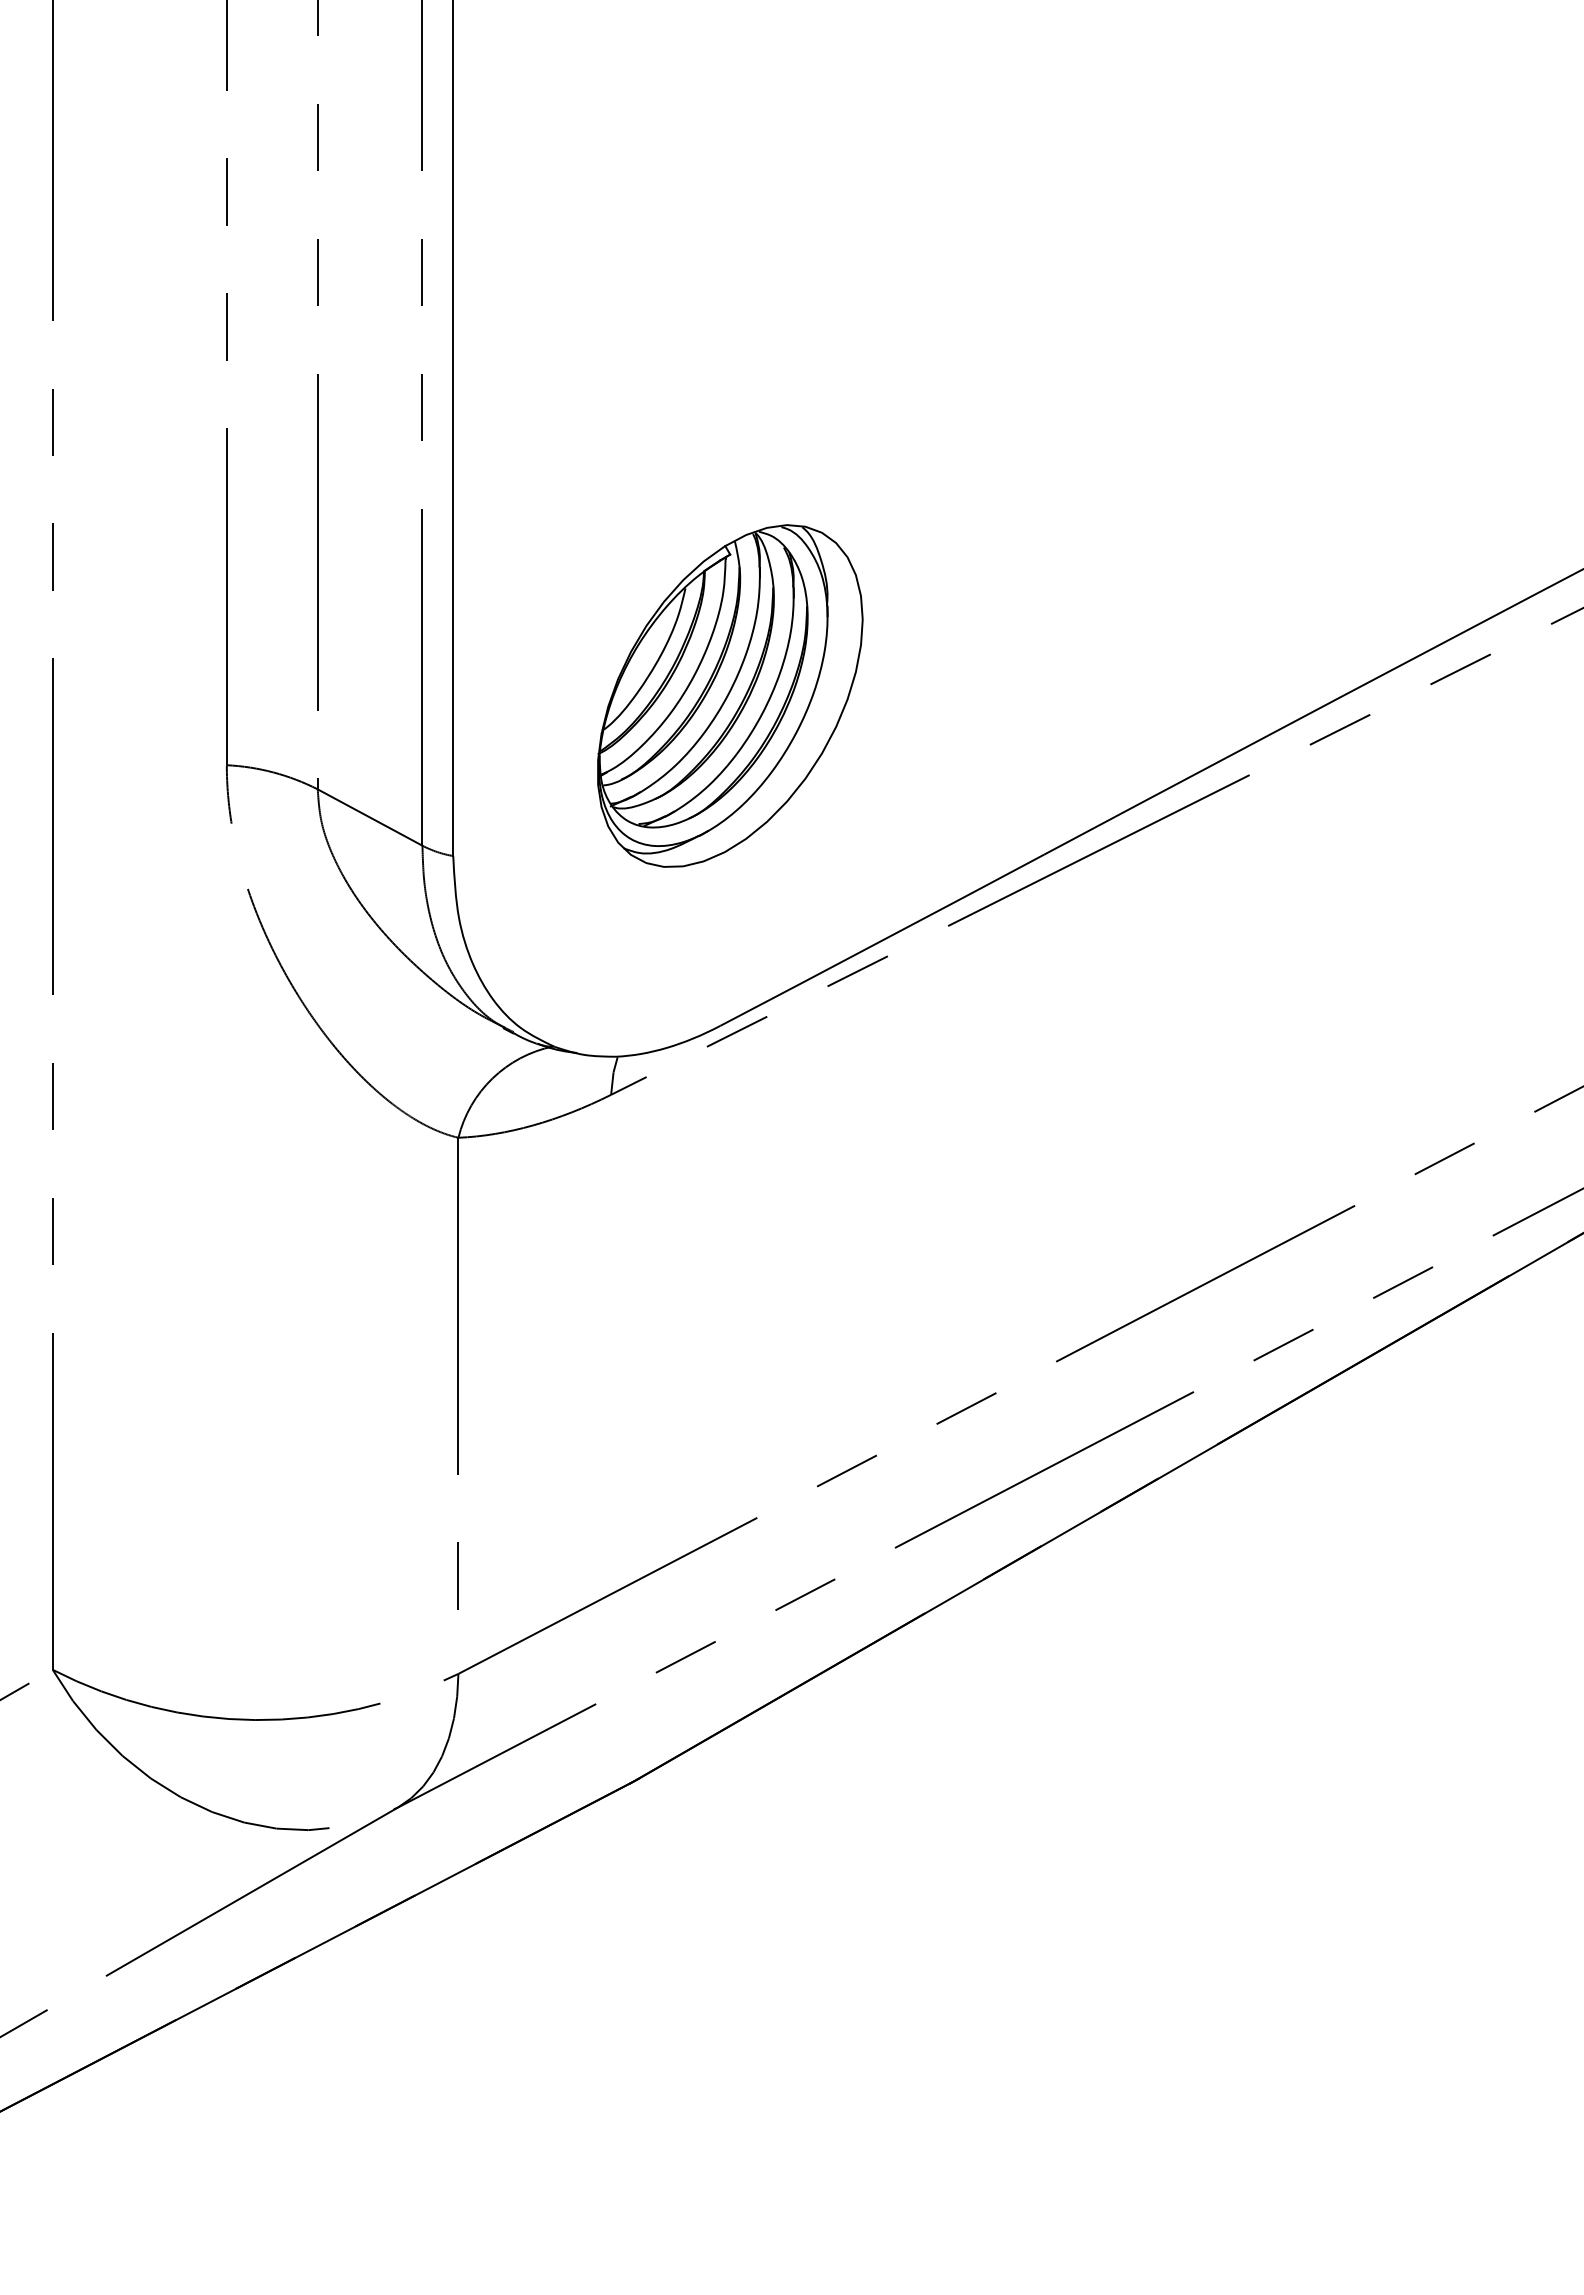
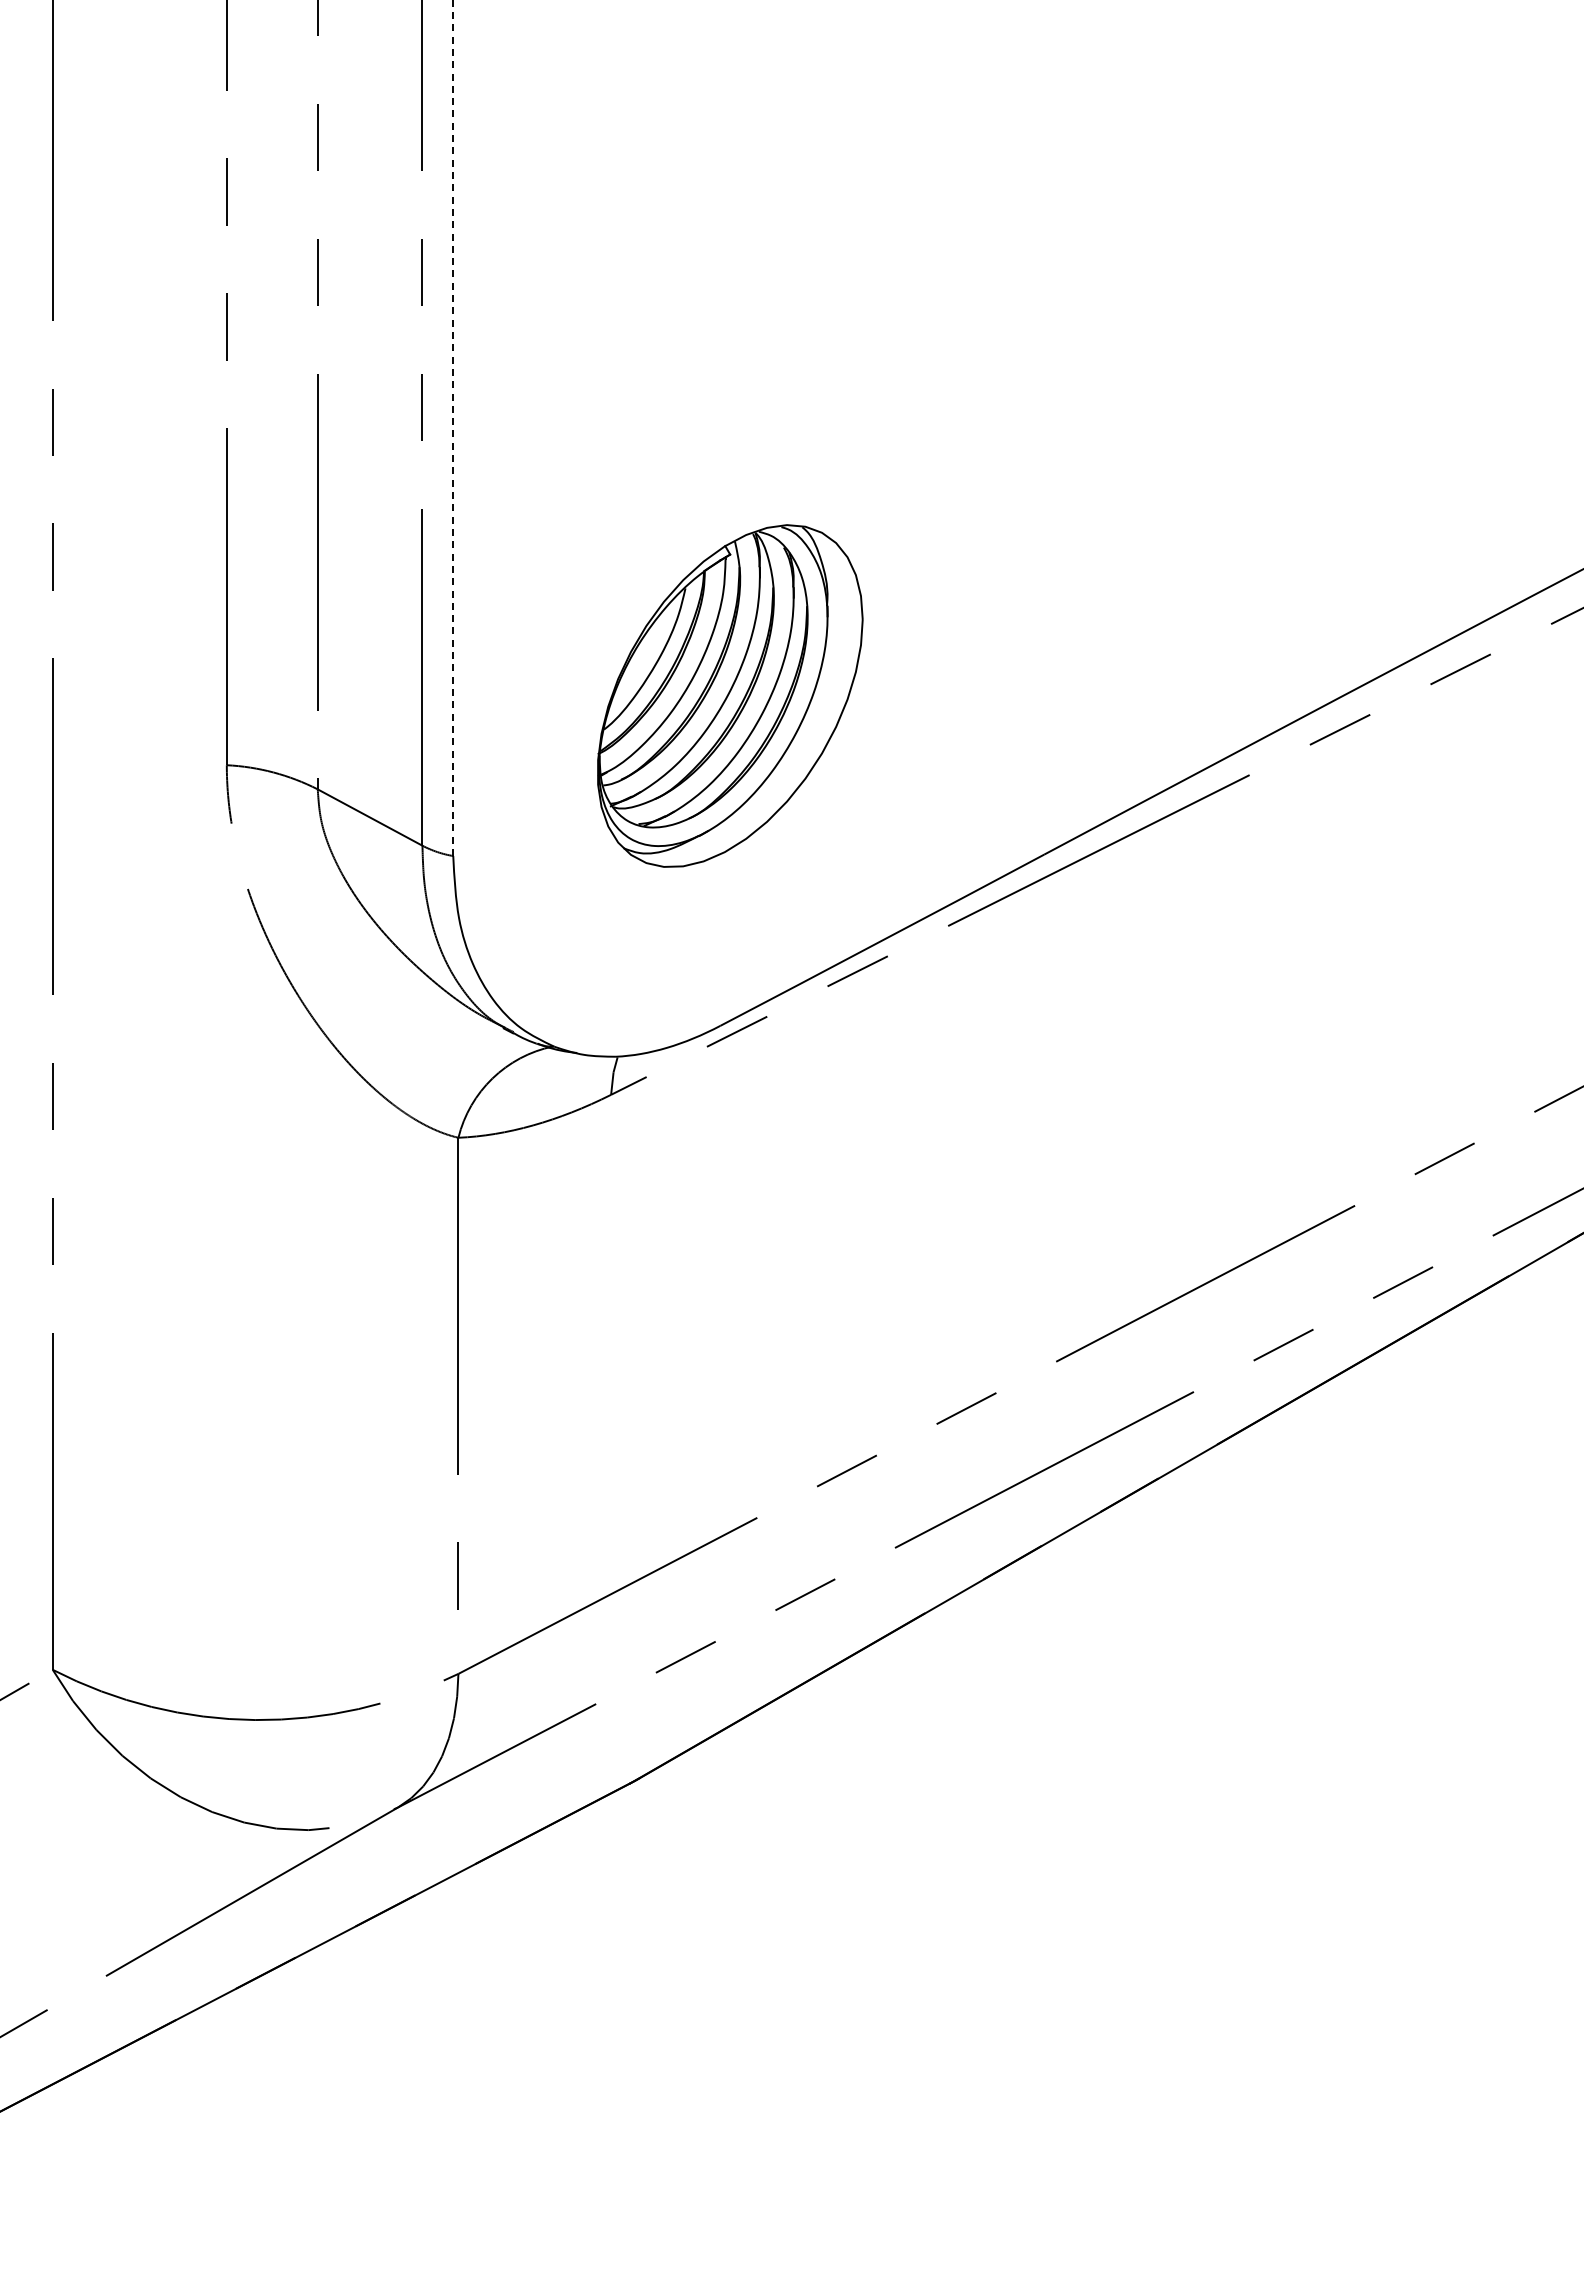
line at (453, 428): solid -> dashed
